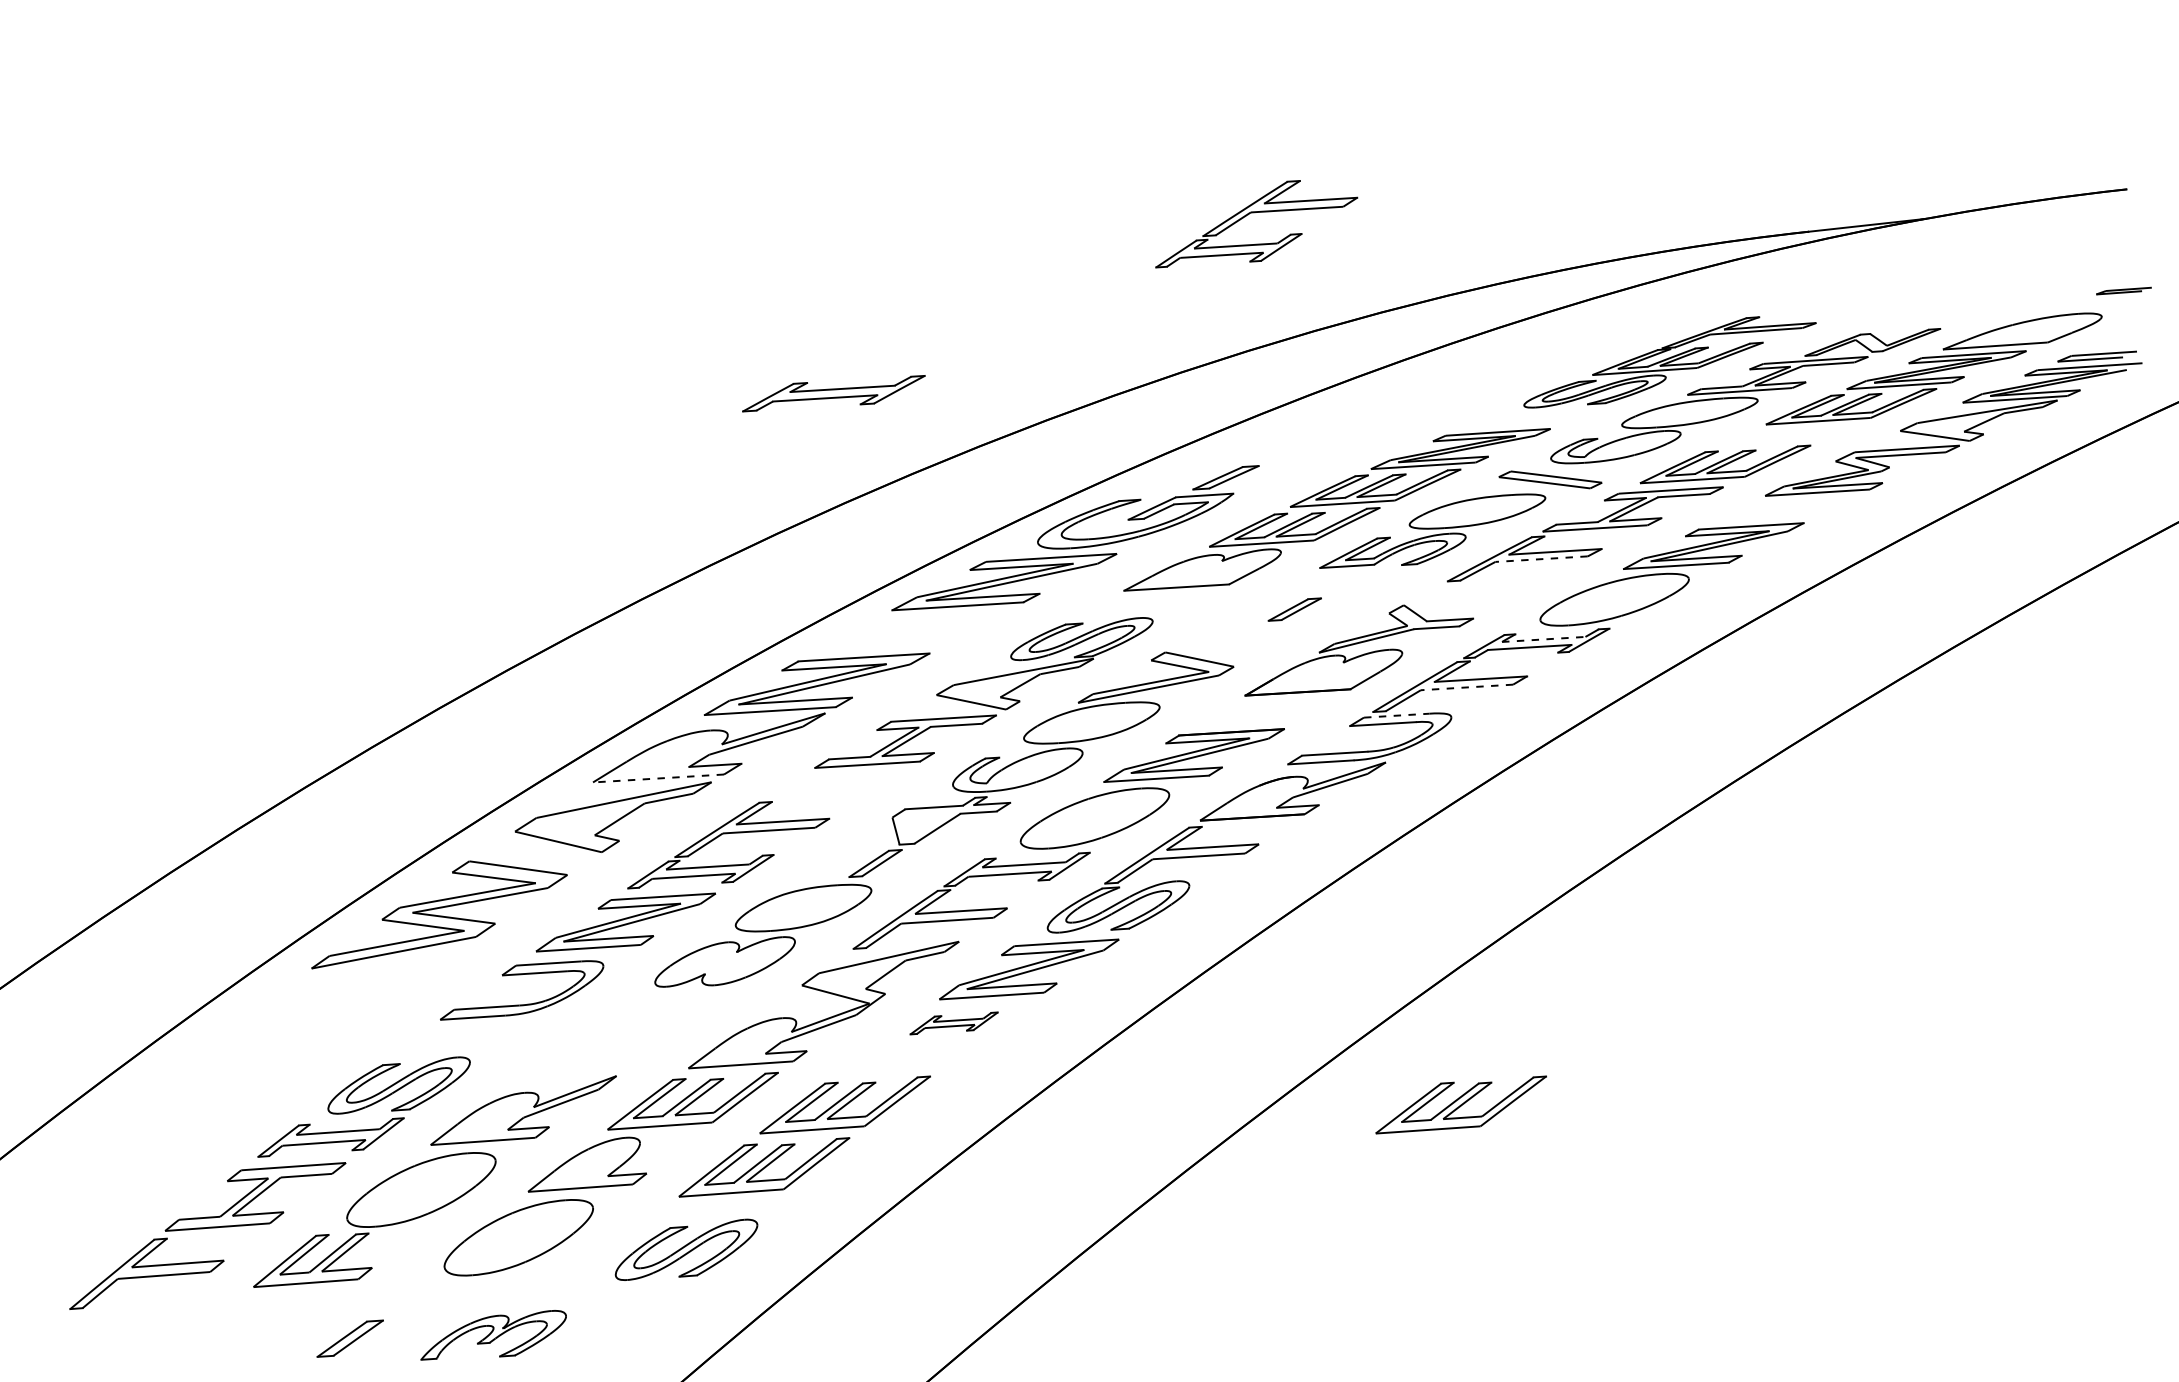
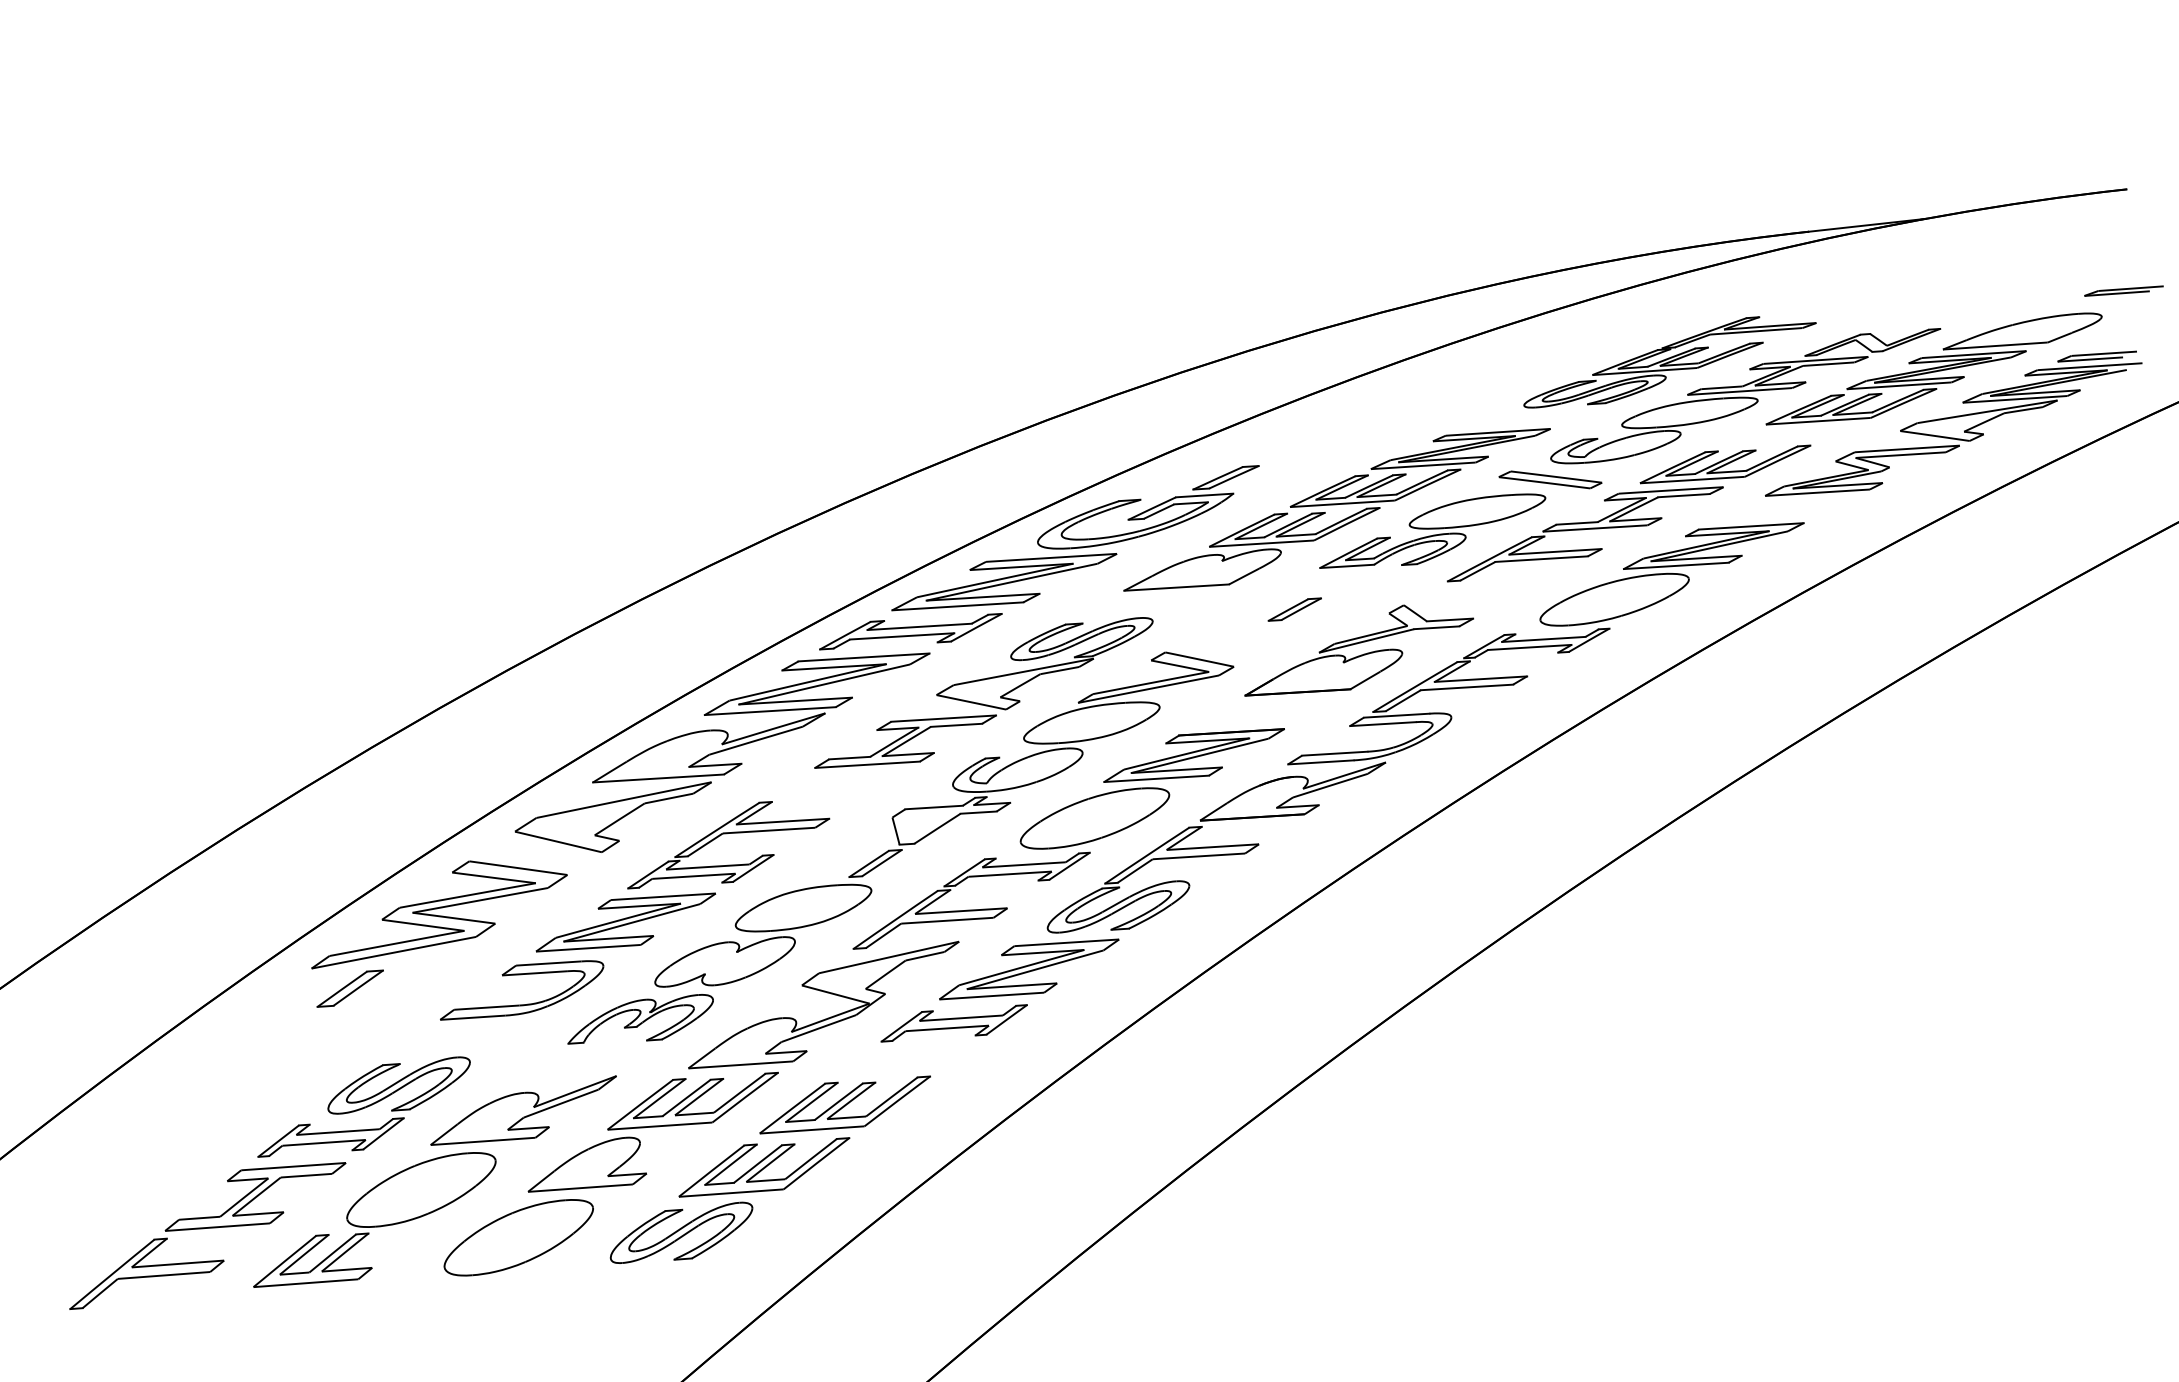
part at (1254, 213): present -> none
part at (2123, 290) size: 56x10 px -> 80x12 px
part at (833, 393) position: (833, 393) -> (910, 631)
line at (1541, 559): dashed -> solid
line at (1543, 639): dashed -> solid
line at (1466, 687): dashed -> solid
line at (1396, 715): dashed -> solid
line at (658, 778): dashed -> solid
part at (953, 1023) size: 90x25 px -> 148x39 px
part at (1460, 1104): present -> none
part at (686, 1249) position: (686, 1249) -> (681, 1232)
part at (493, 1335) position: (493, 1335) -> (640, 1019)
part at (349, 1338) position: (349, 1338) -> (349, 988)
